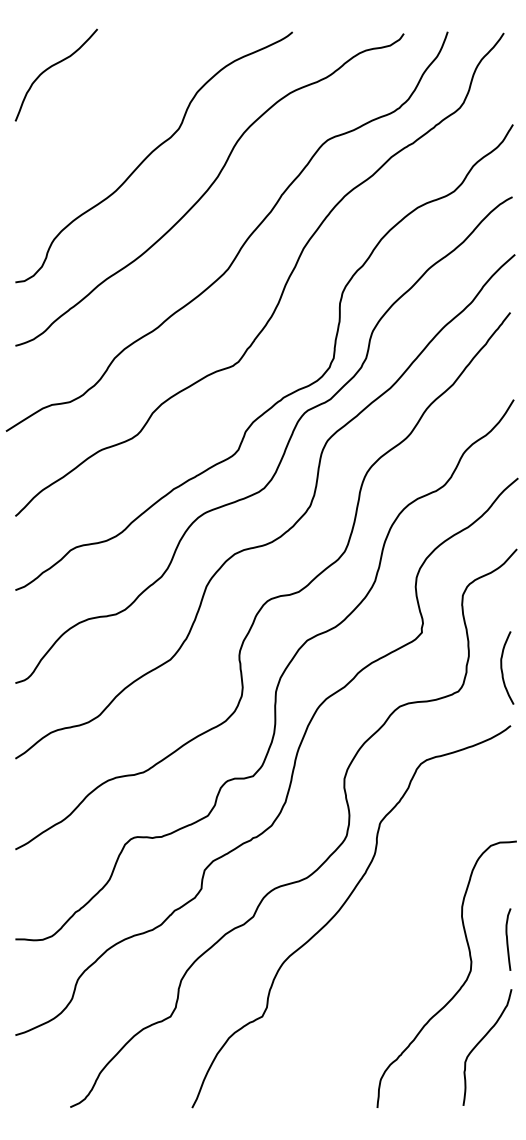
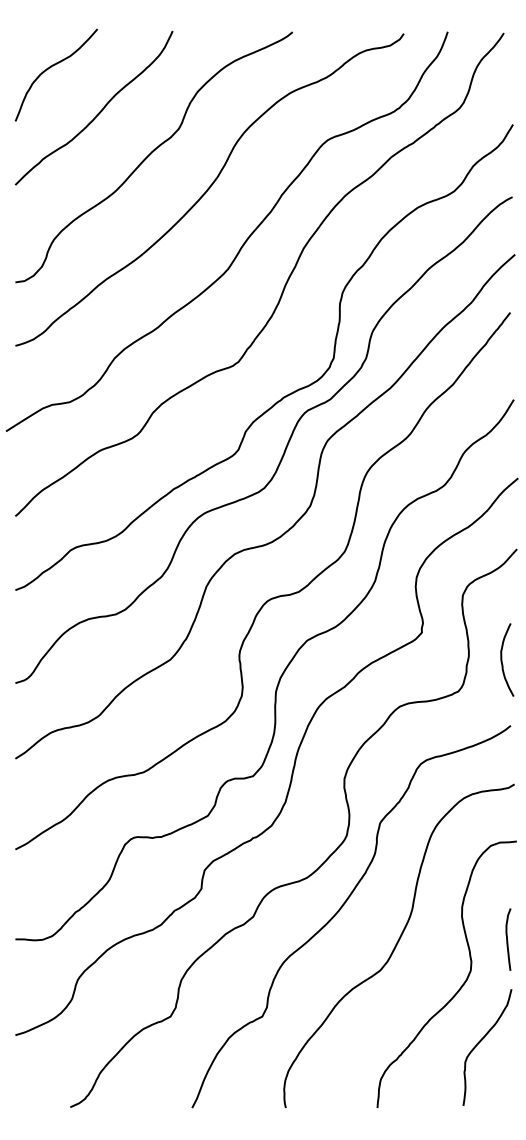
curve at (98, 112): none -> present
curve at (502, 667) position: (502, 667) -> (502, 659)
curve at (397, 945): none -> present
